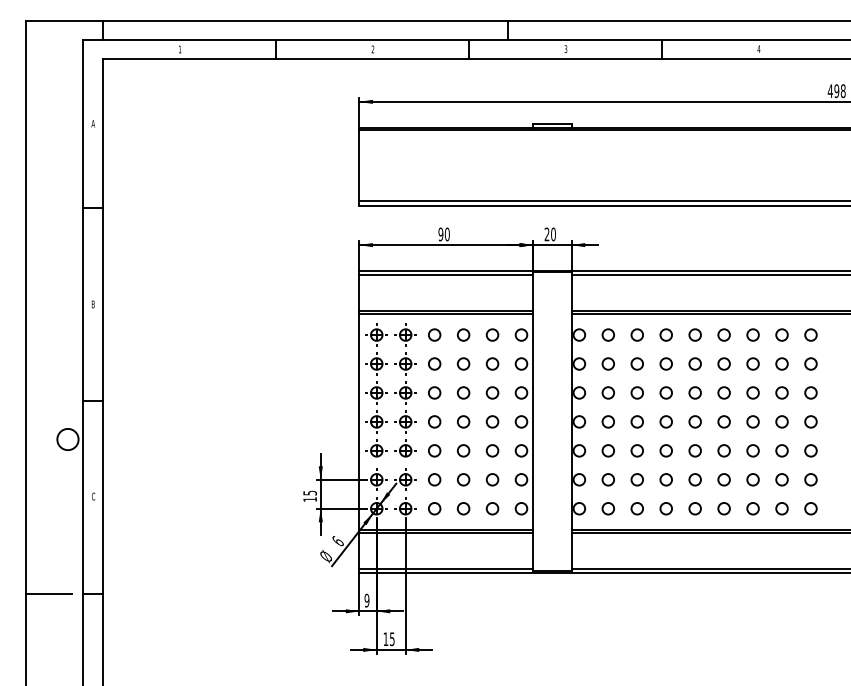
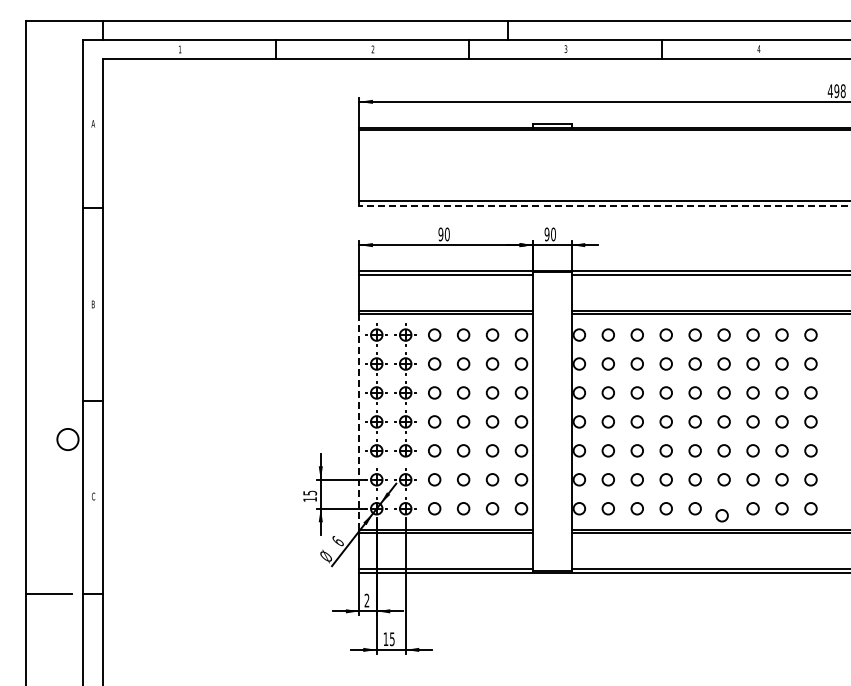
line at (605, 205): solid -> dashed
text at (546, 234): 20 -> 90
line at (359, 421): solid -> dashed
circle at (723, 508) position: (723, 508) -> (721, 515)
text at (366, 600): 9 -> 2
